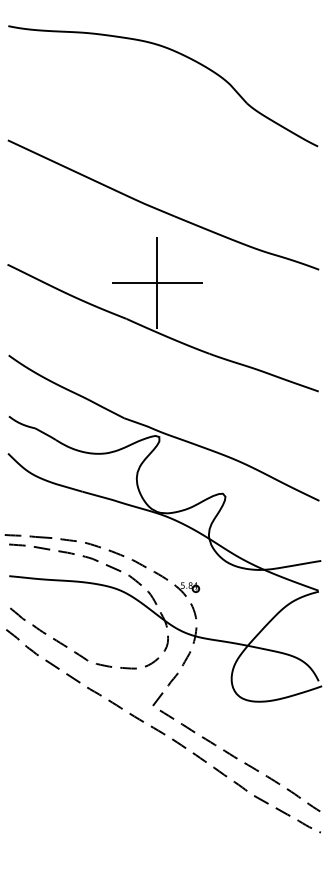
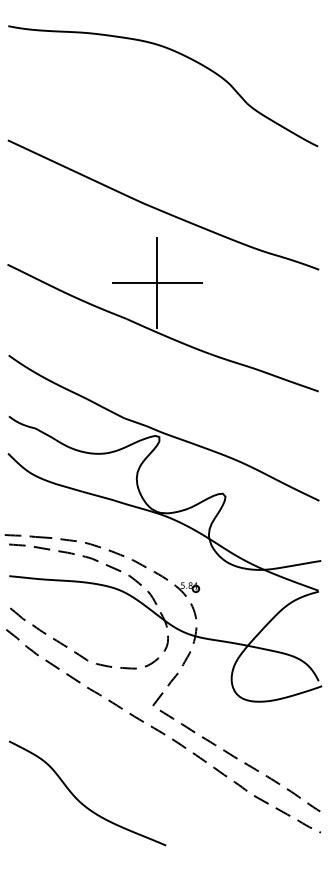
curve at (82, 802): none -> present
